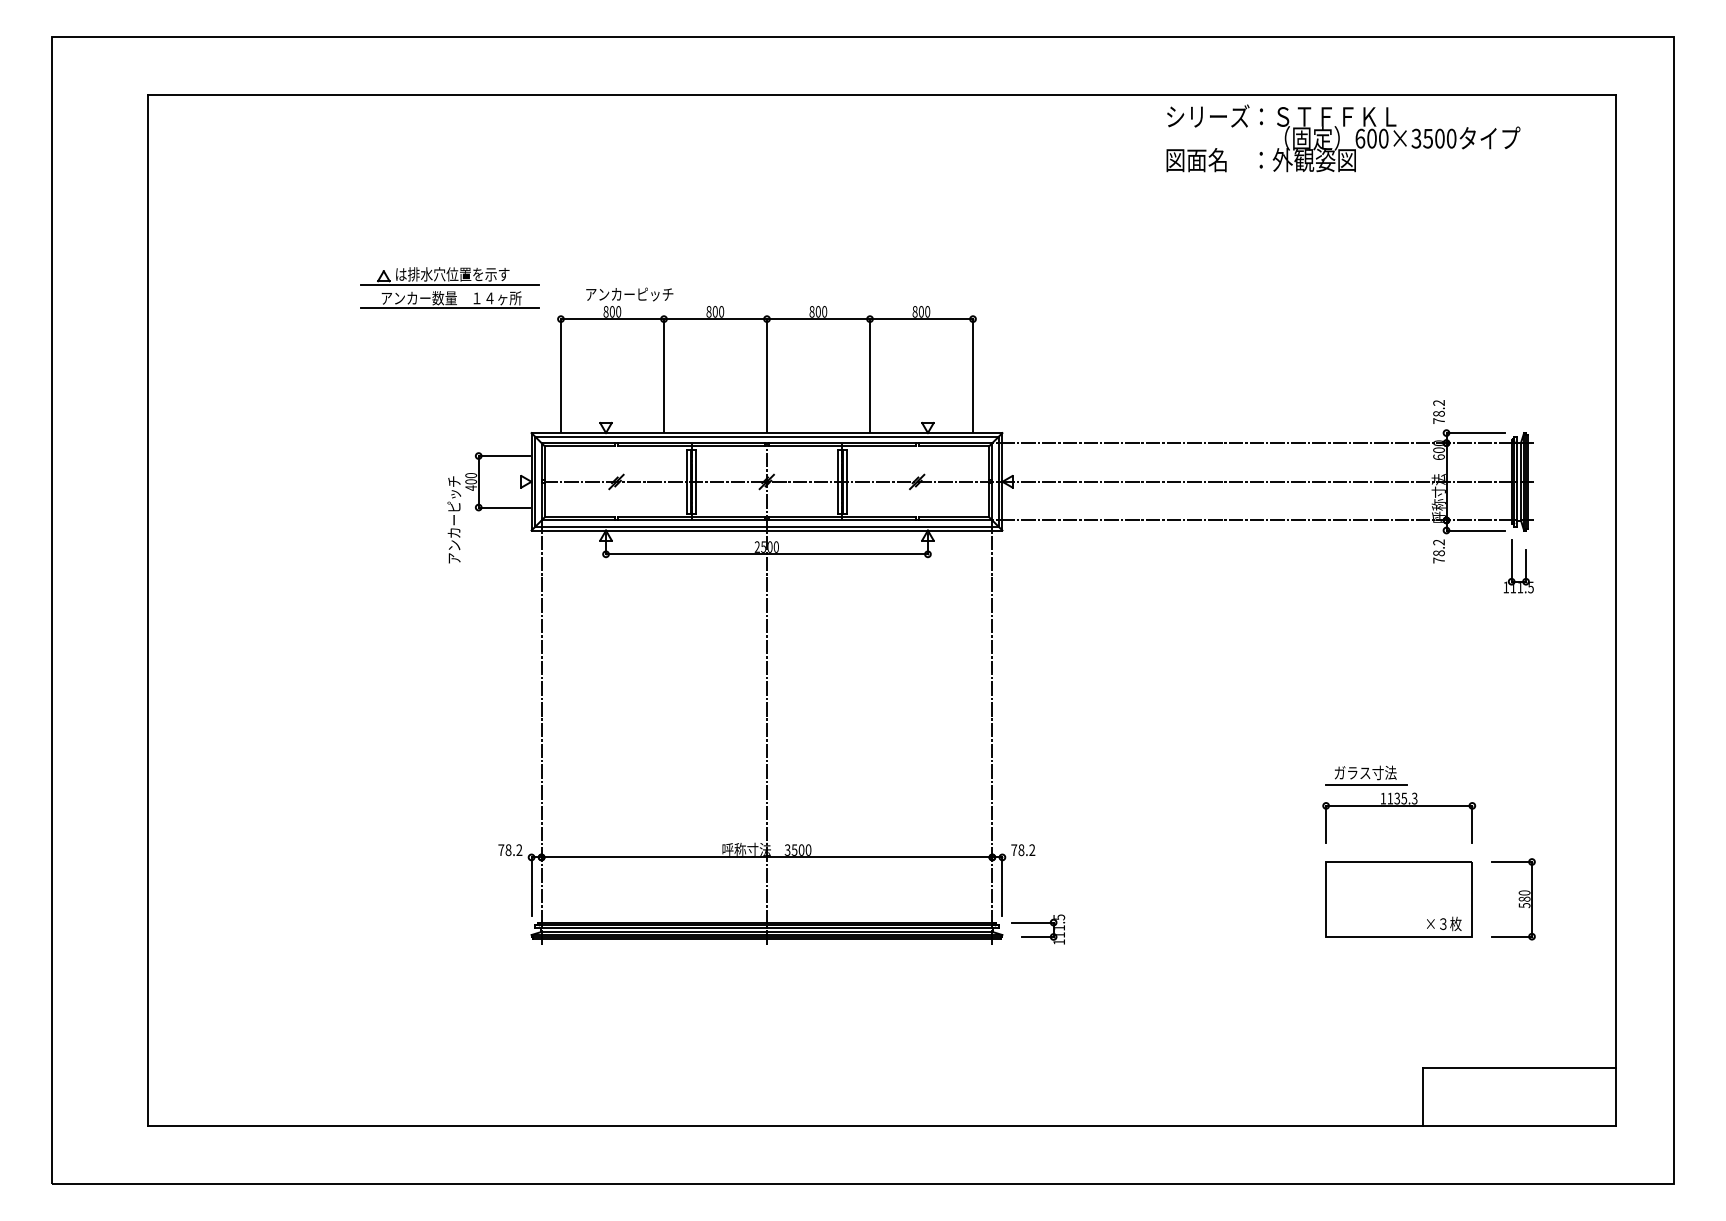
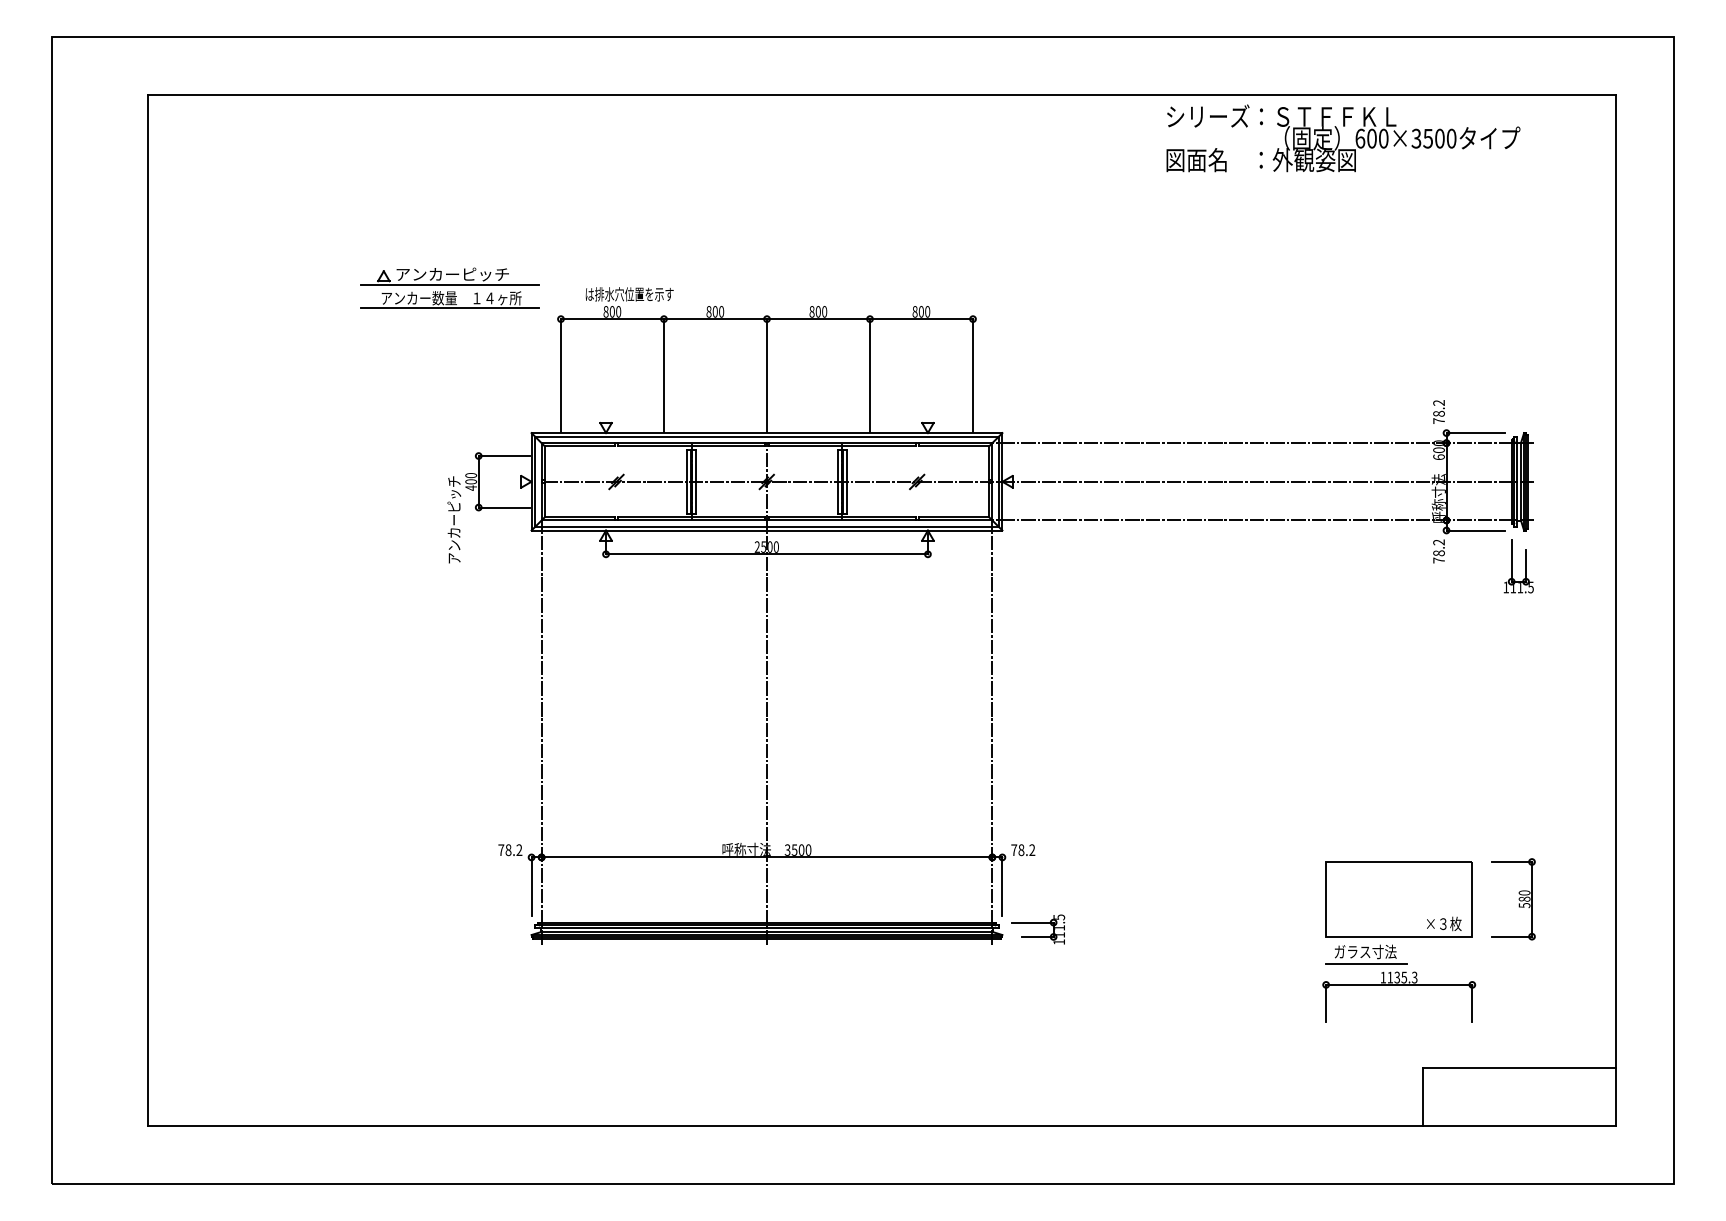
text at (452, 274): は排水穴位置を示す -> アンカーピッチ
text at (629, 294): アンカーピッチ -> は排水穴位置を示す
part at (1399, 804) position: (1399, 804) -> (1399, 983)
